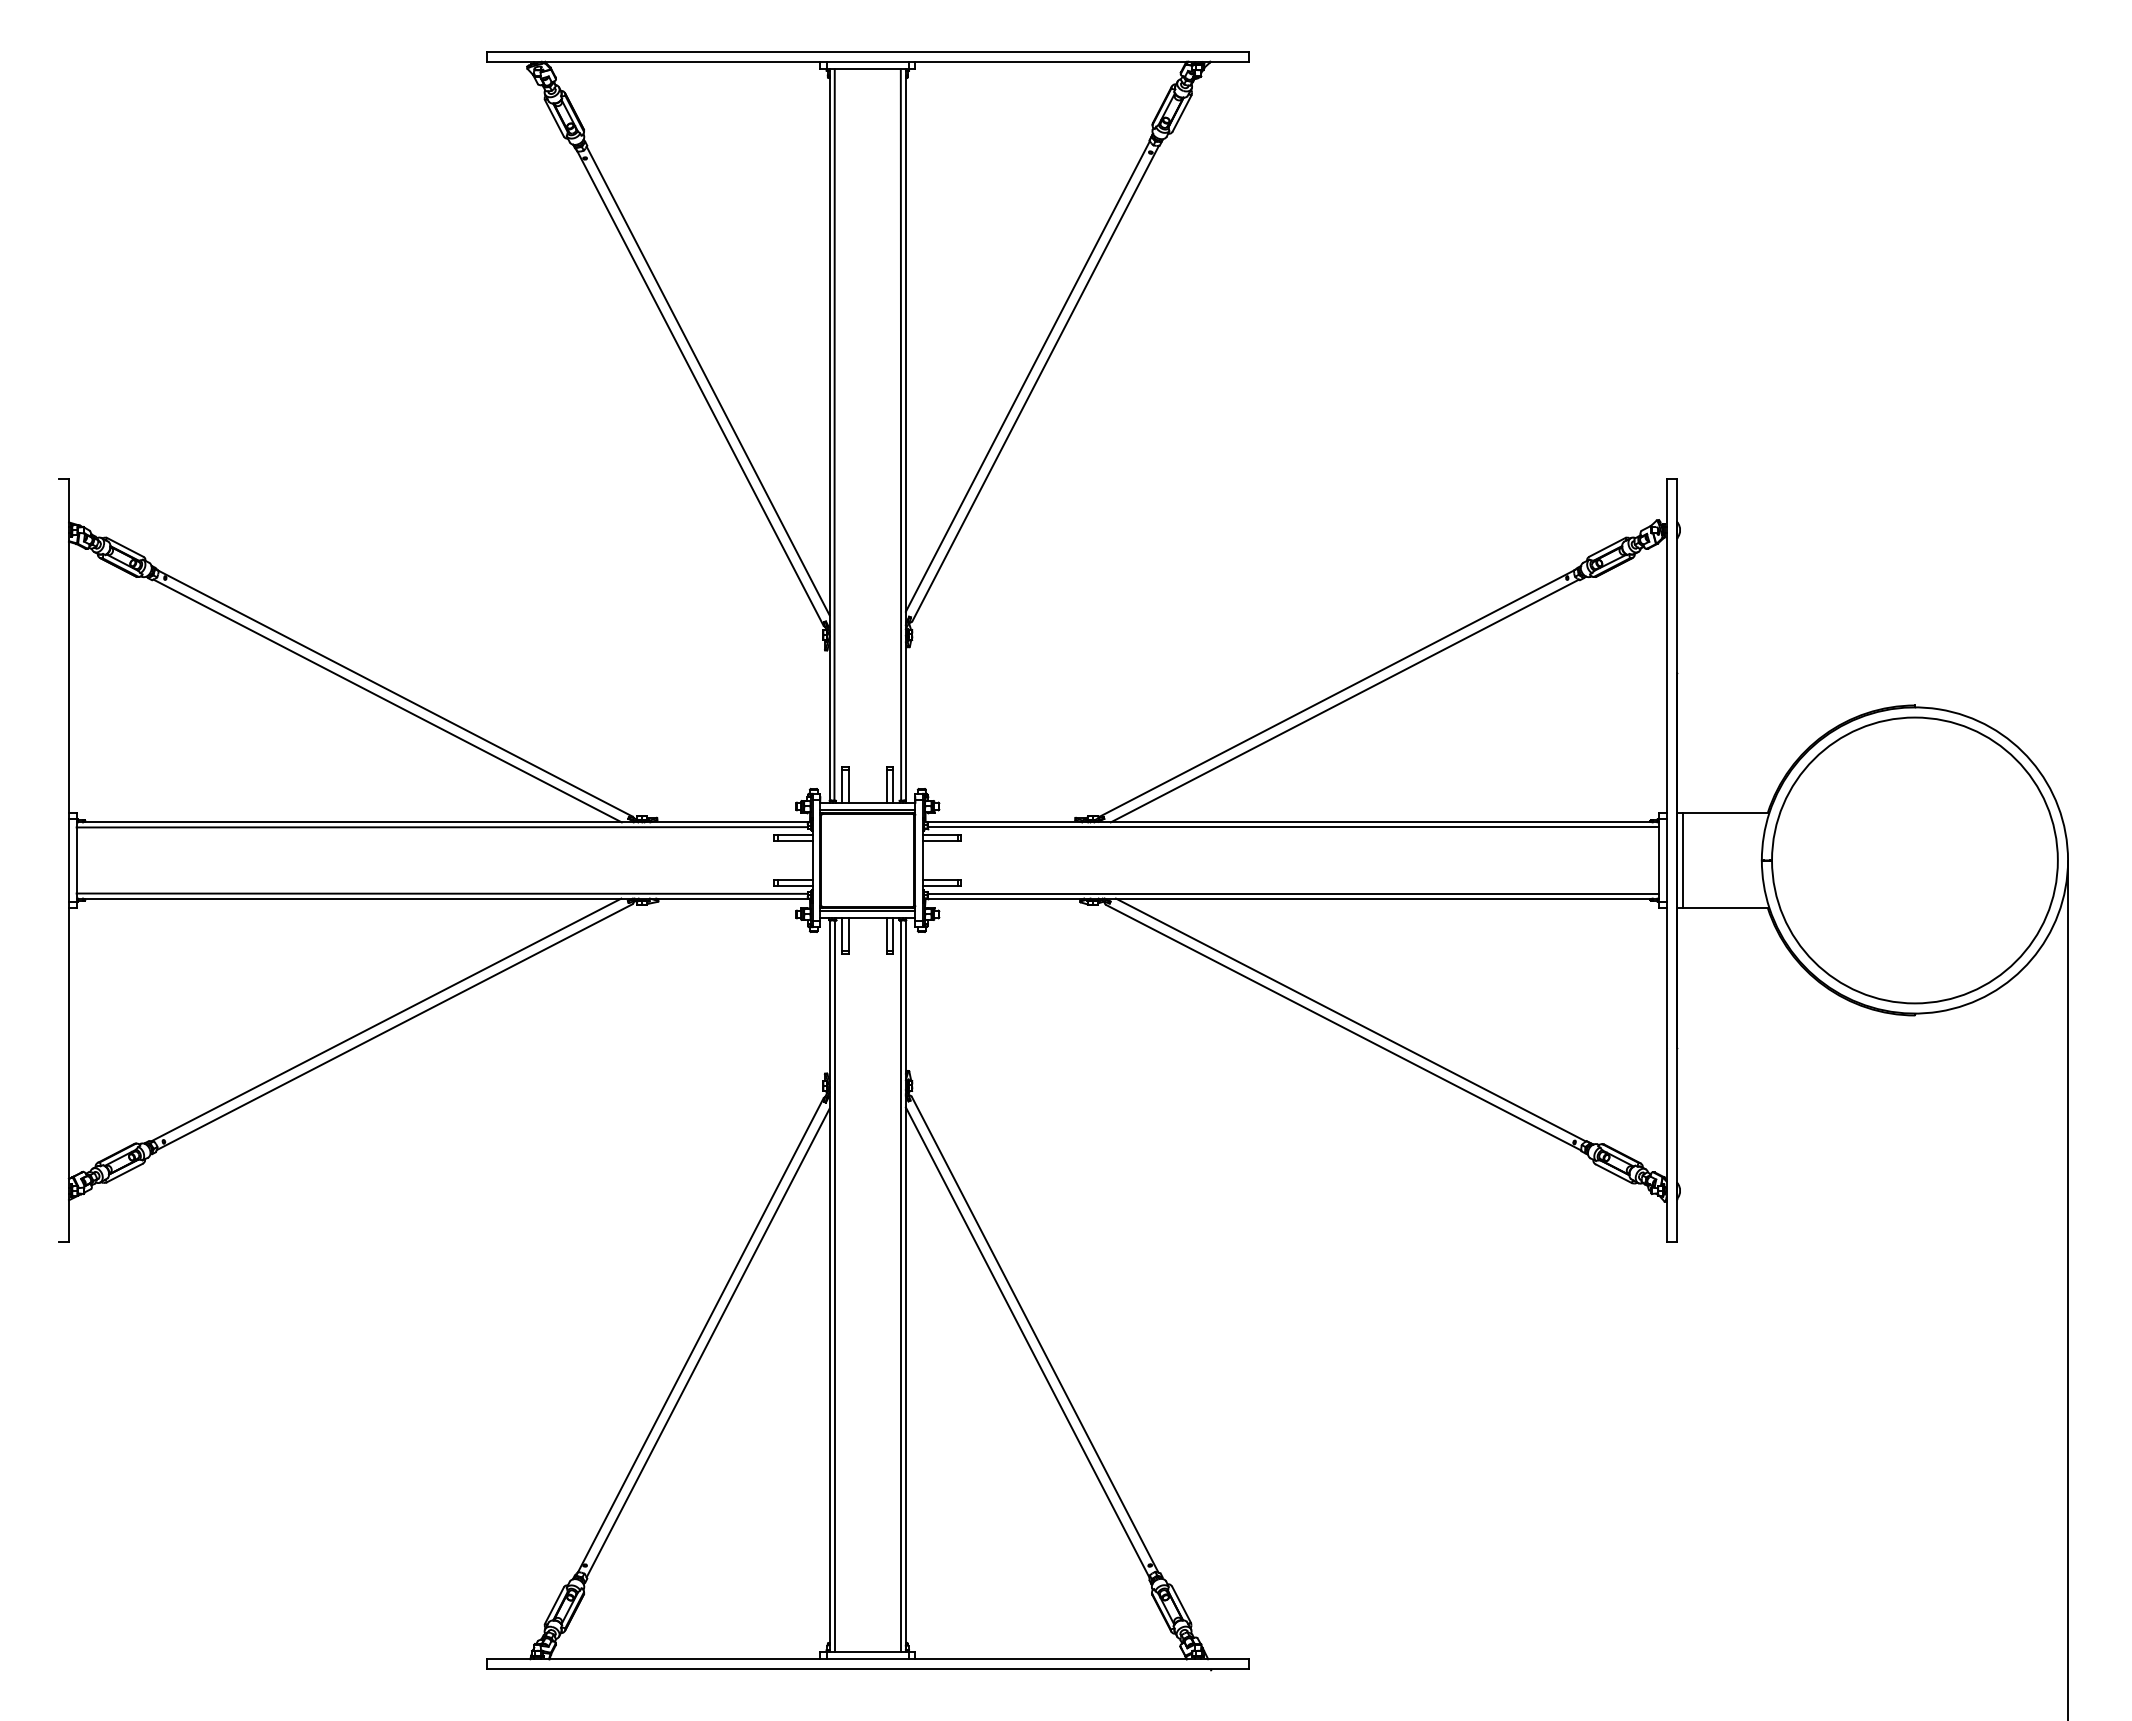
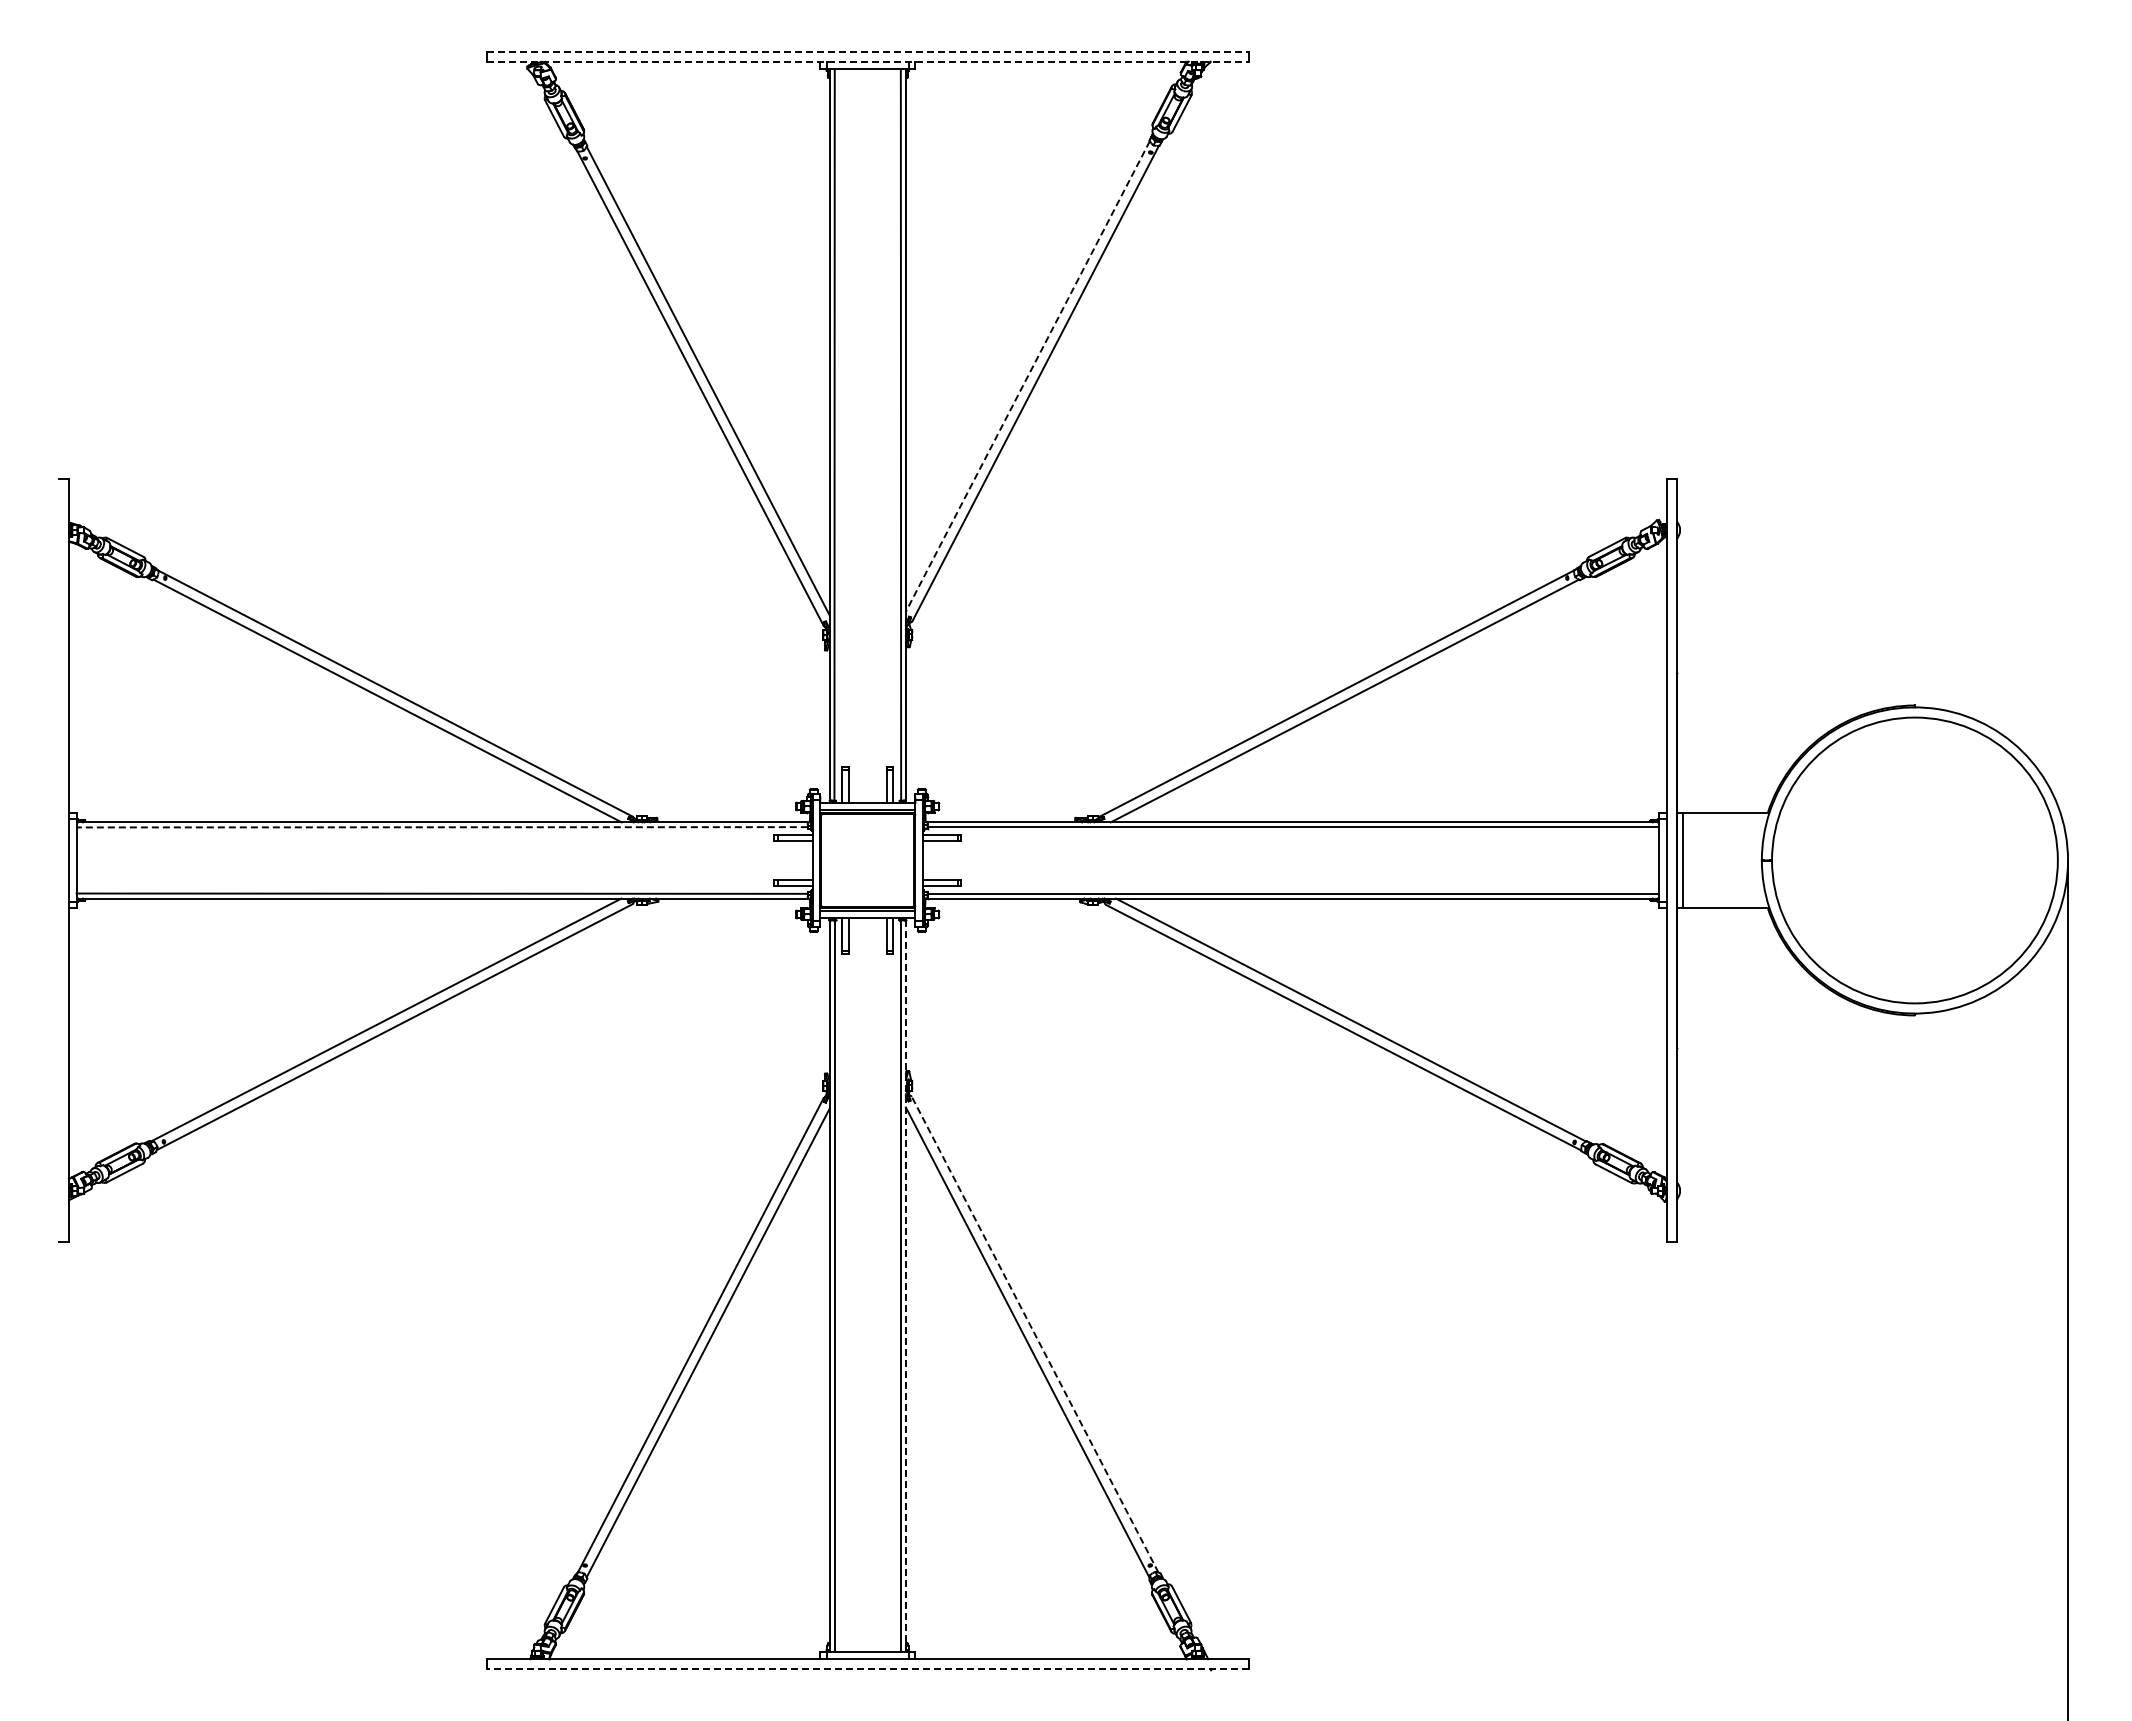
line at (868, 51): solid -> dashed
line at (868, 61): solid -> dashed
line at (1027, 376): solid -> dashed
line at (442, 827): solid -> dashed
line at (905, 1286): solid -> dashed
line at (1035, 1334): solid -> dashed
line at (867, 1669): solid -> dashed
